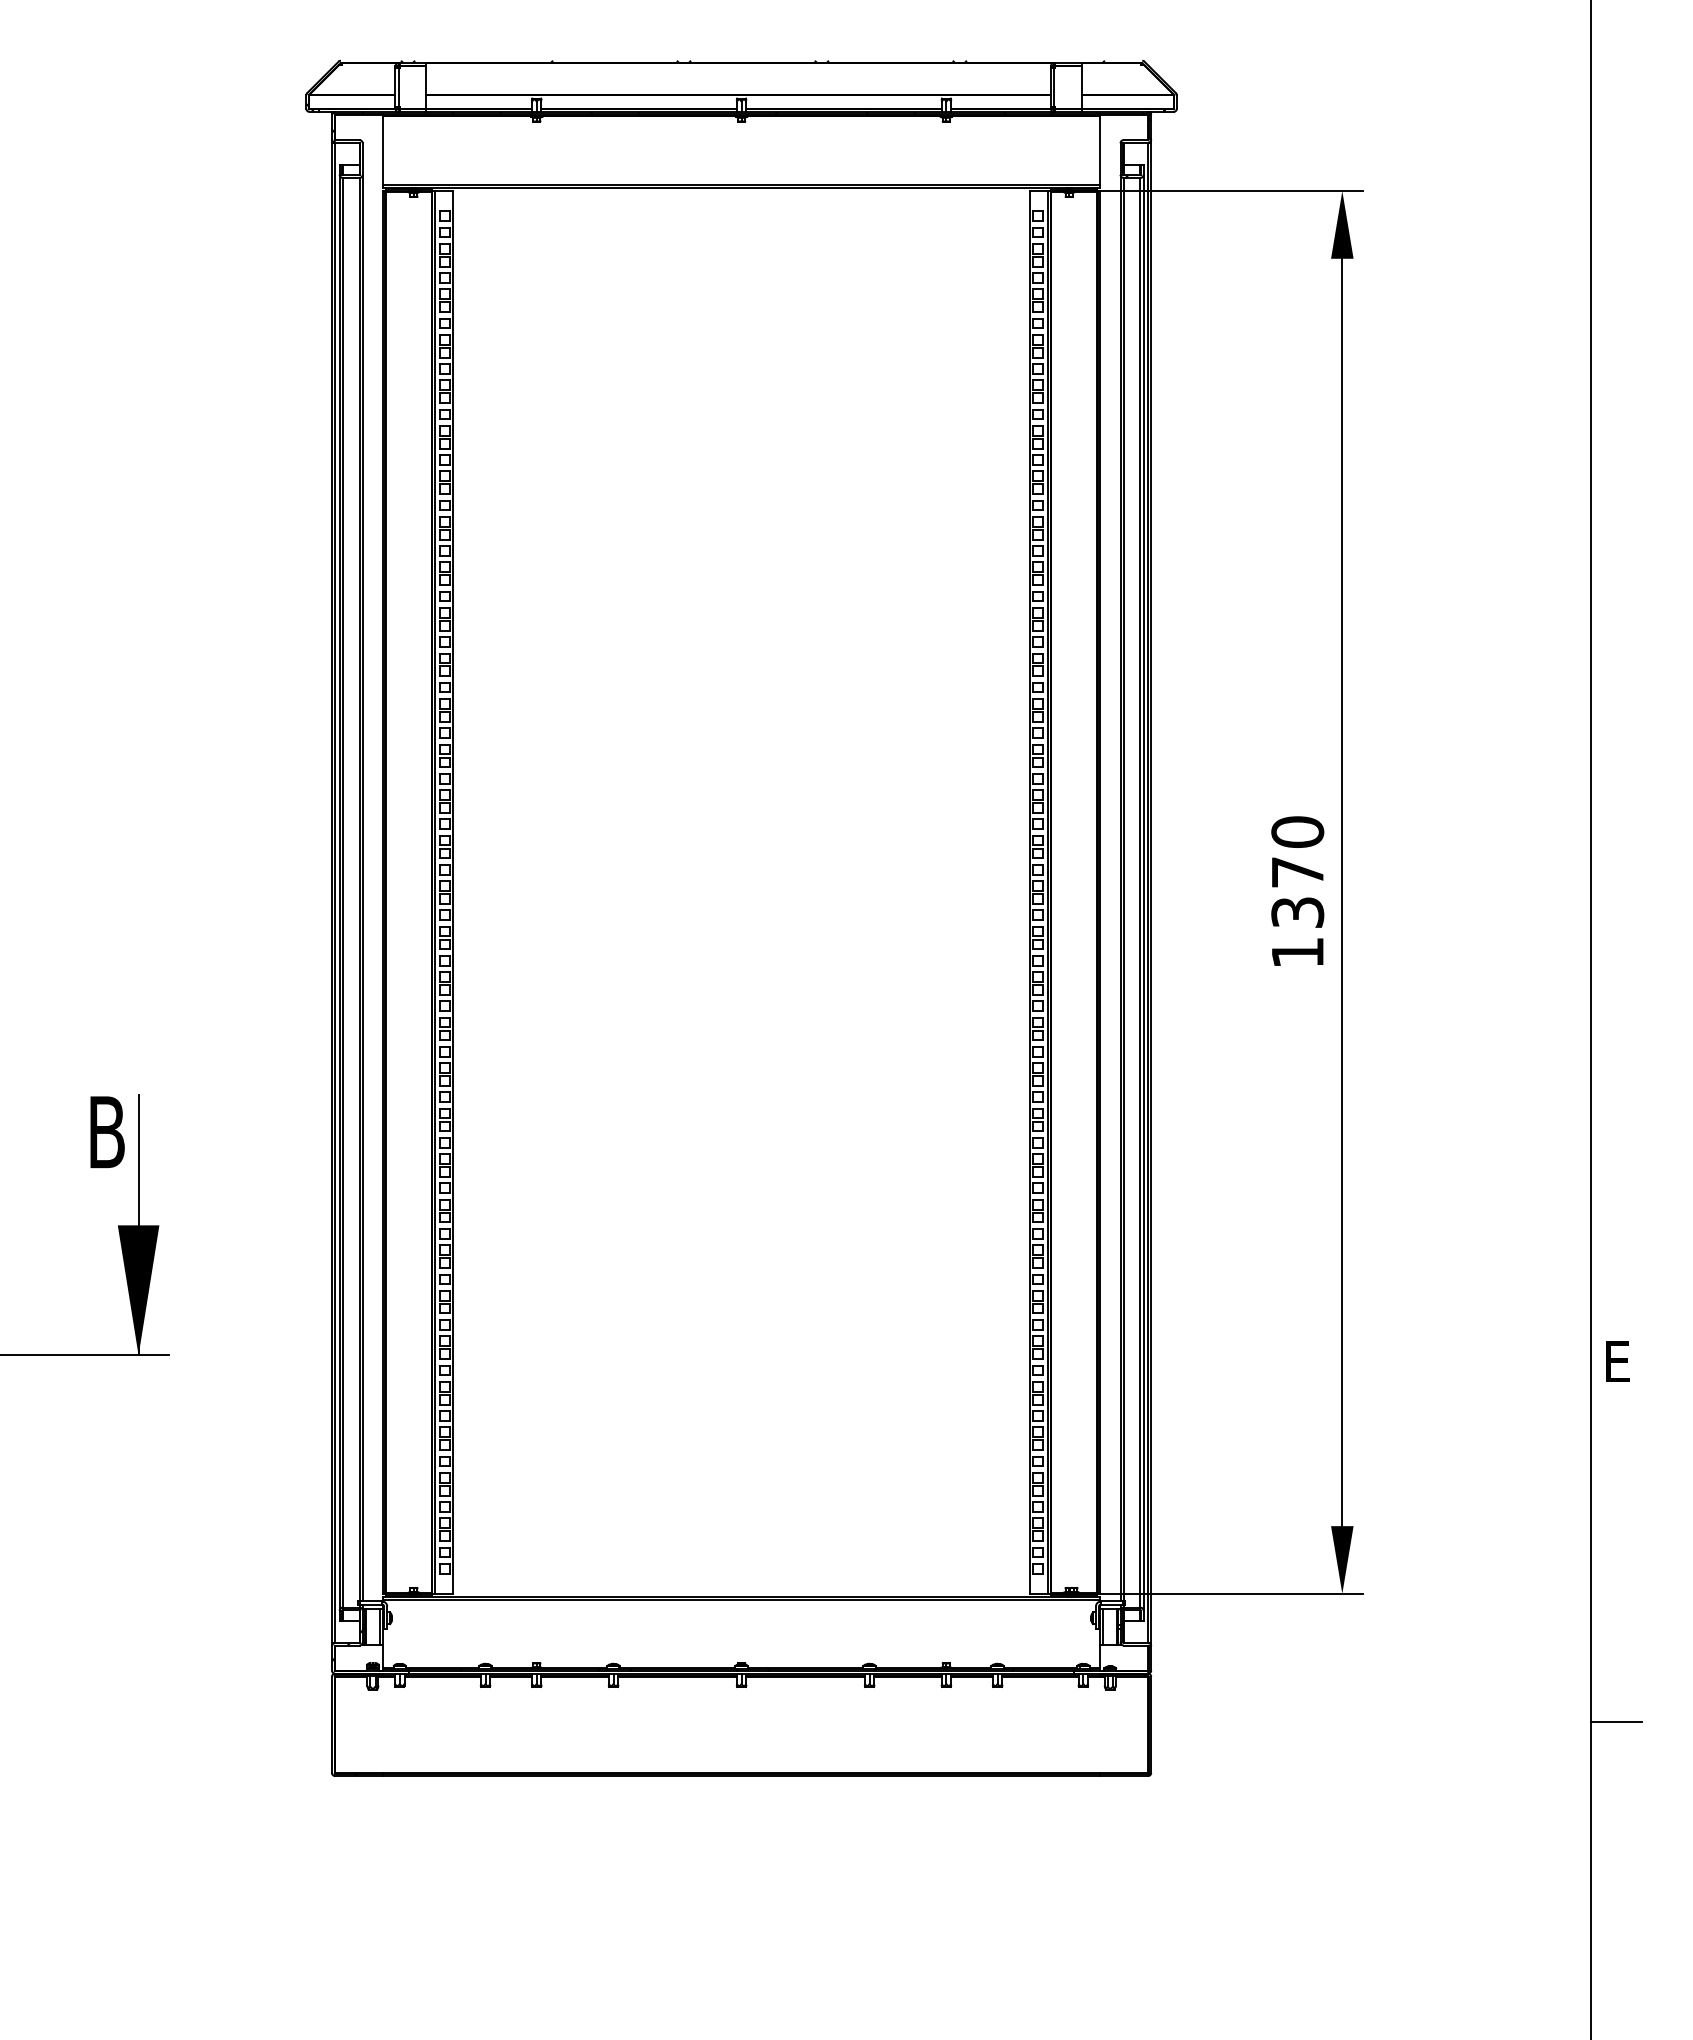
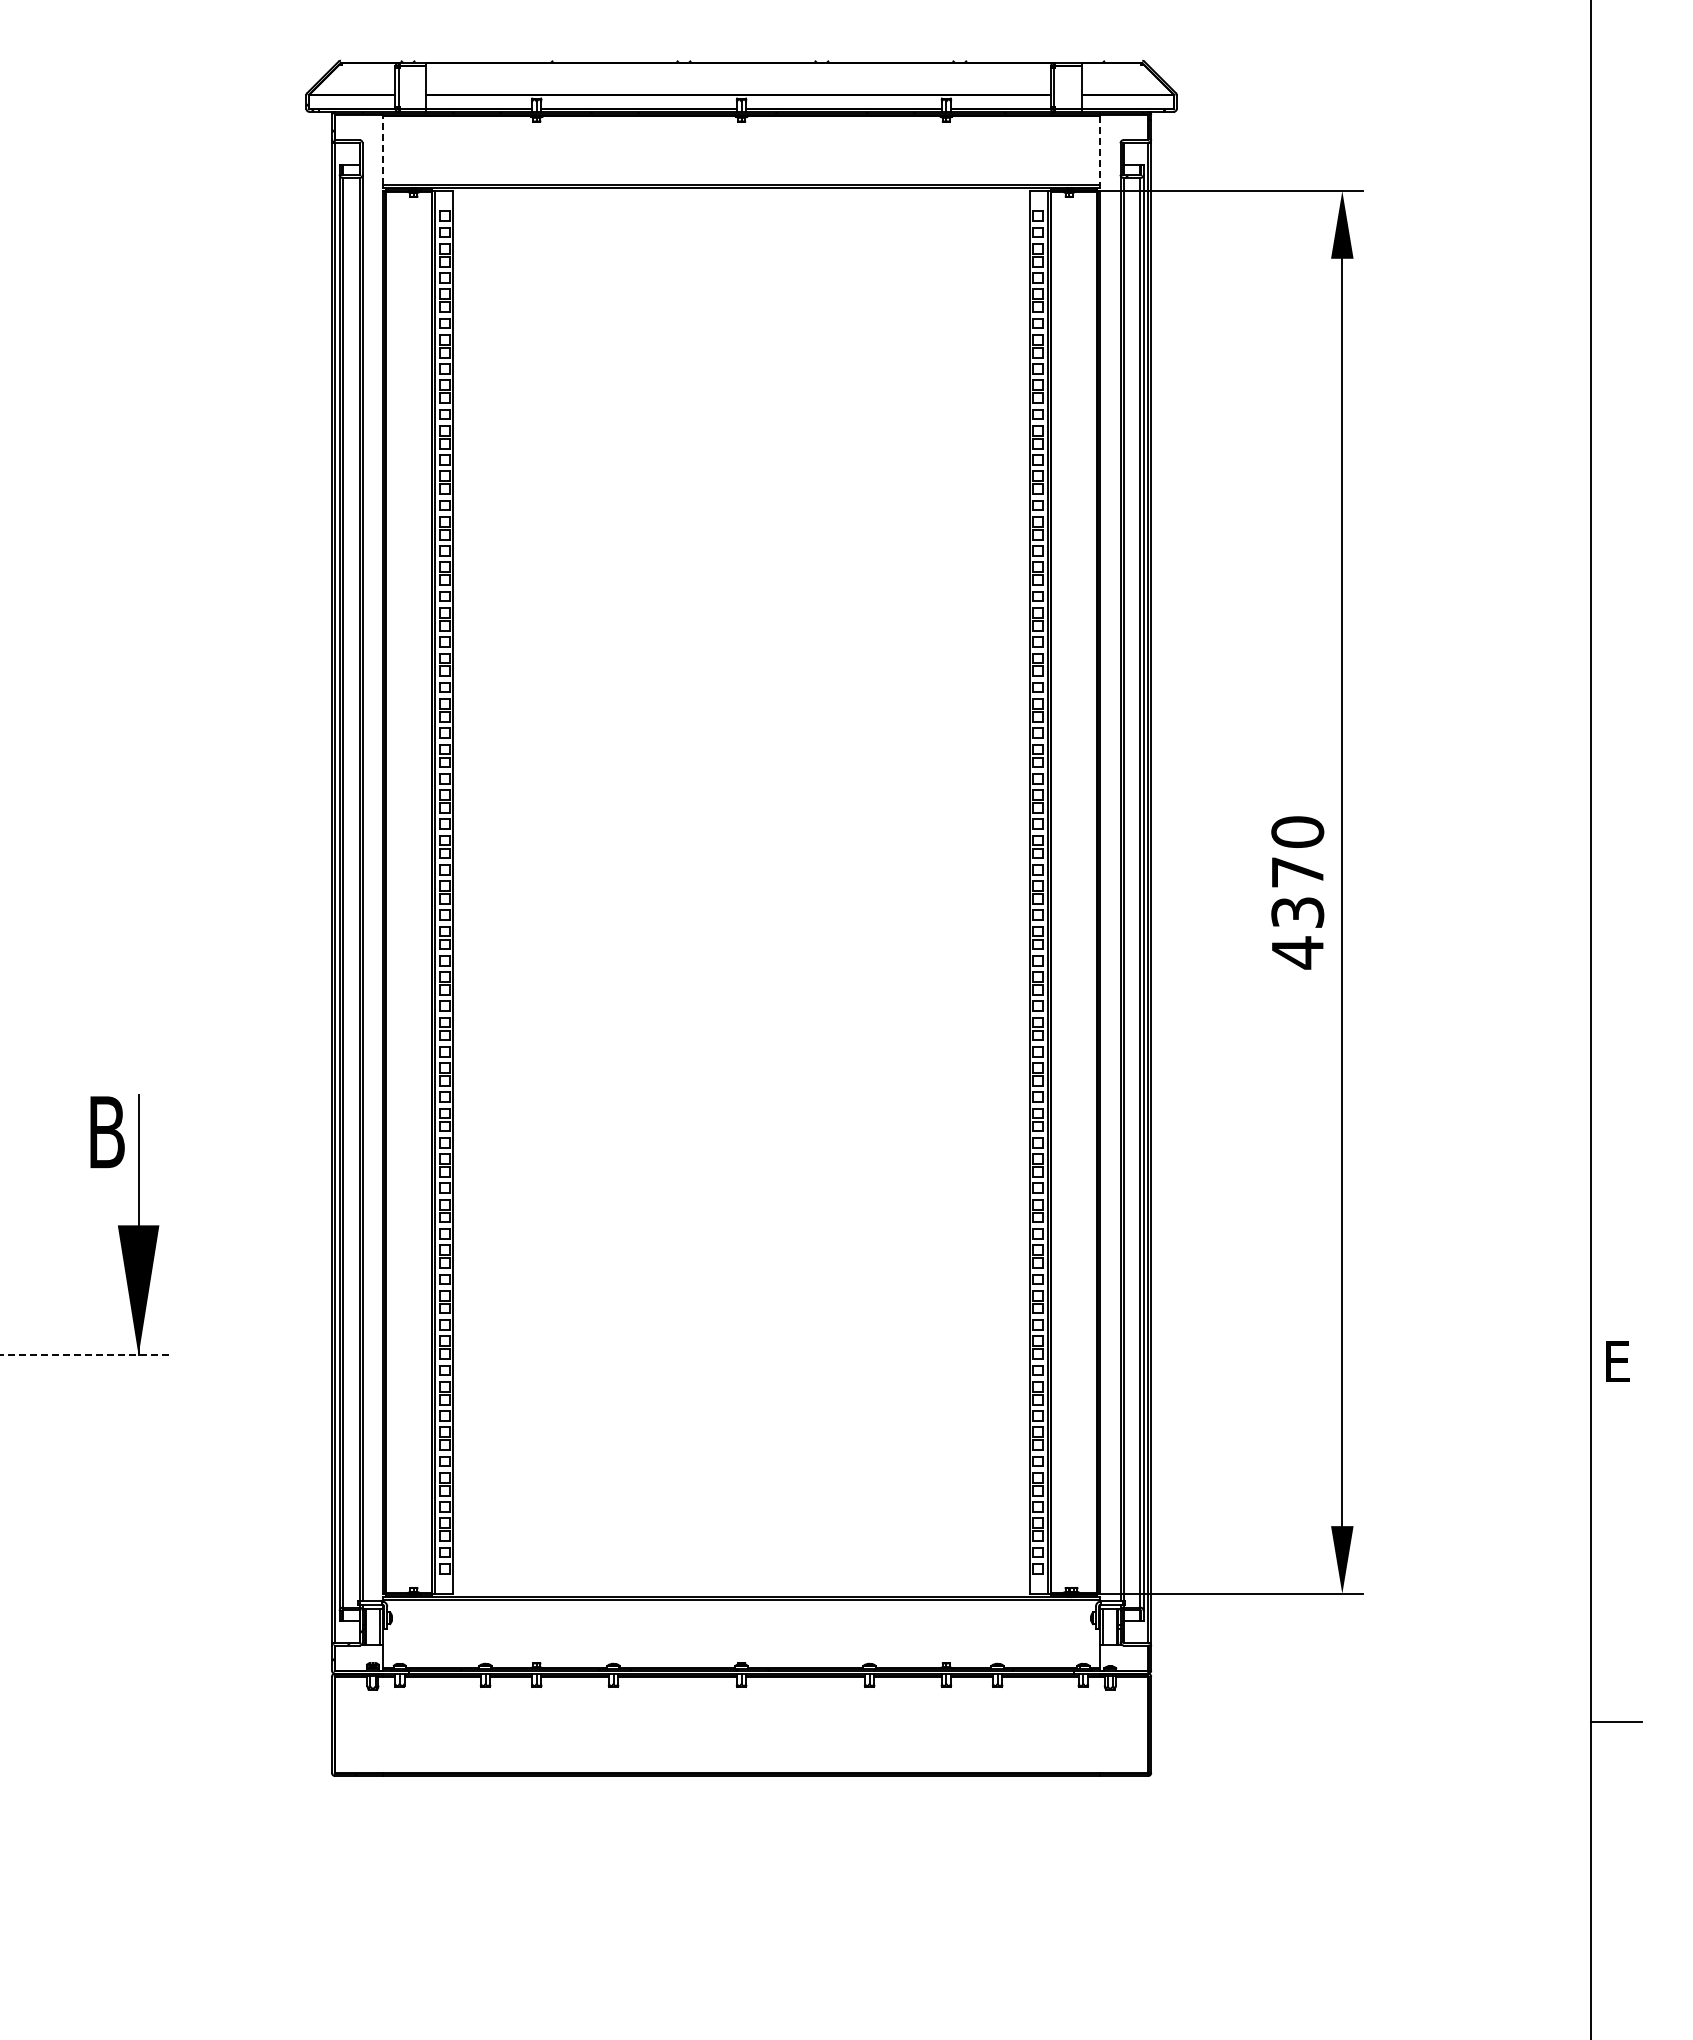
line at (383, 150): solid -> dashed
line at (1100, 151): solid -> dashed
text at (1297, 952): 1370 -> 4370
line at (84, 1355): solid -> dashed
